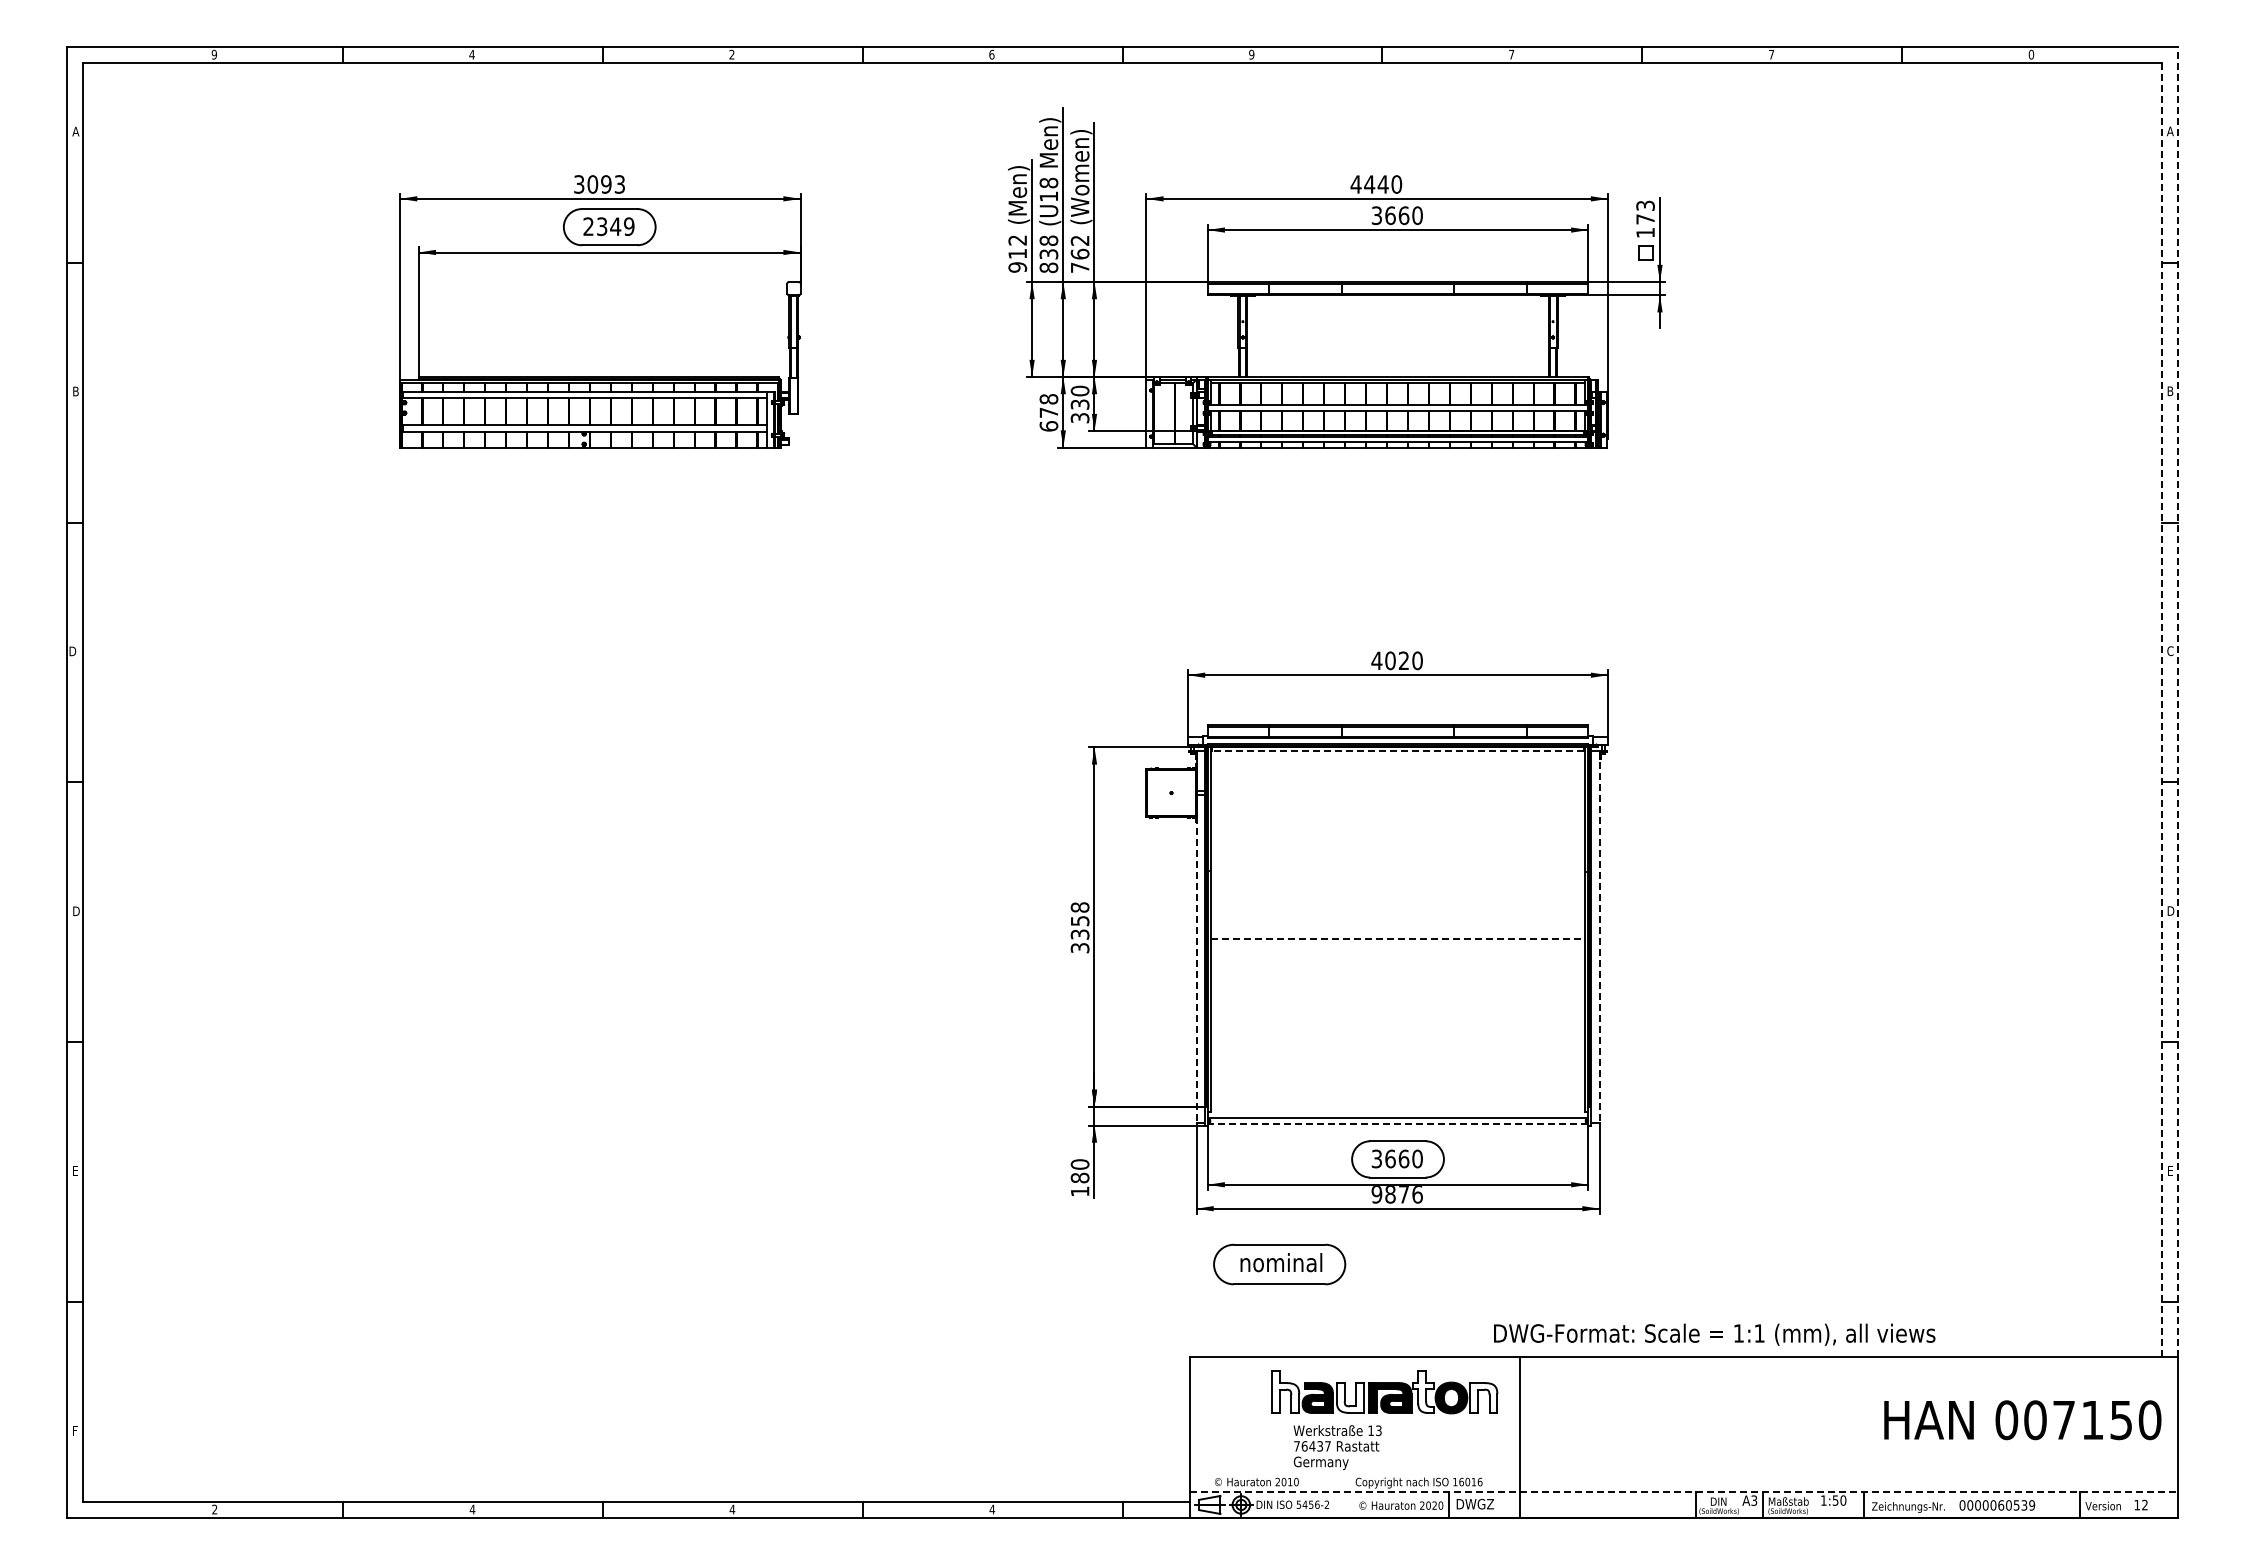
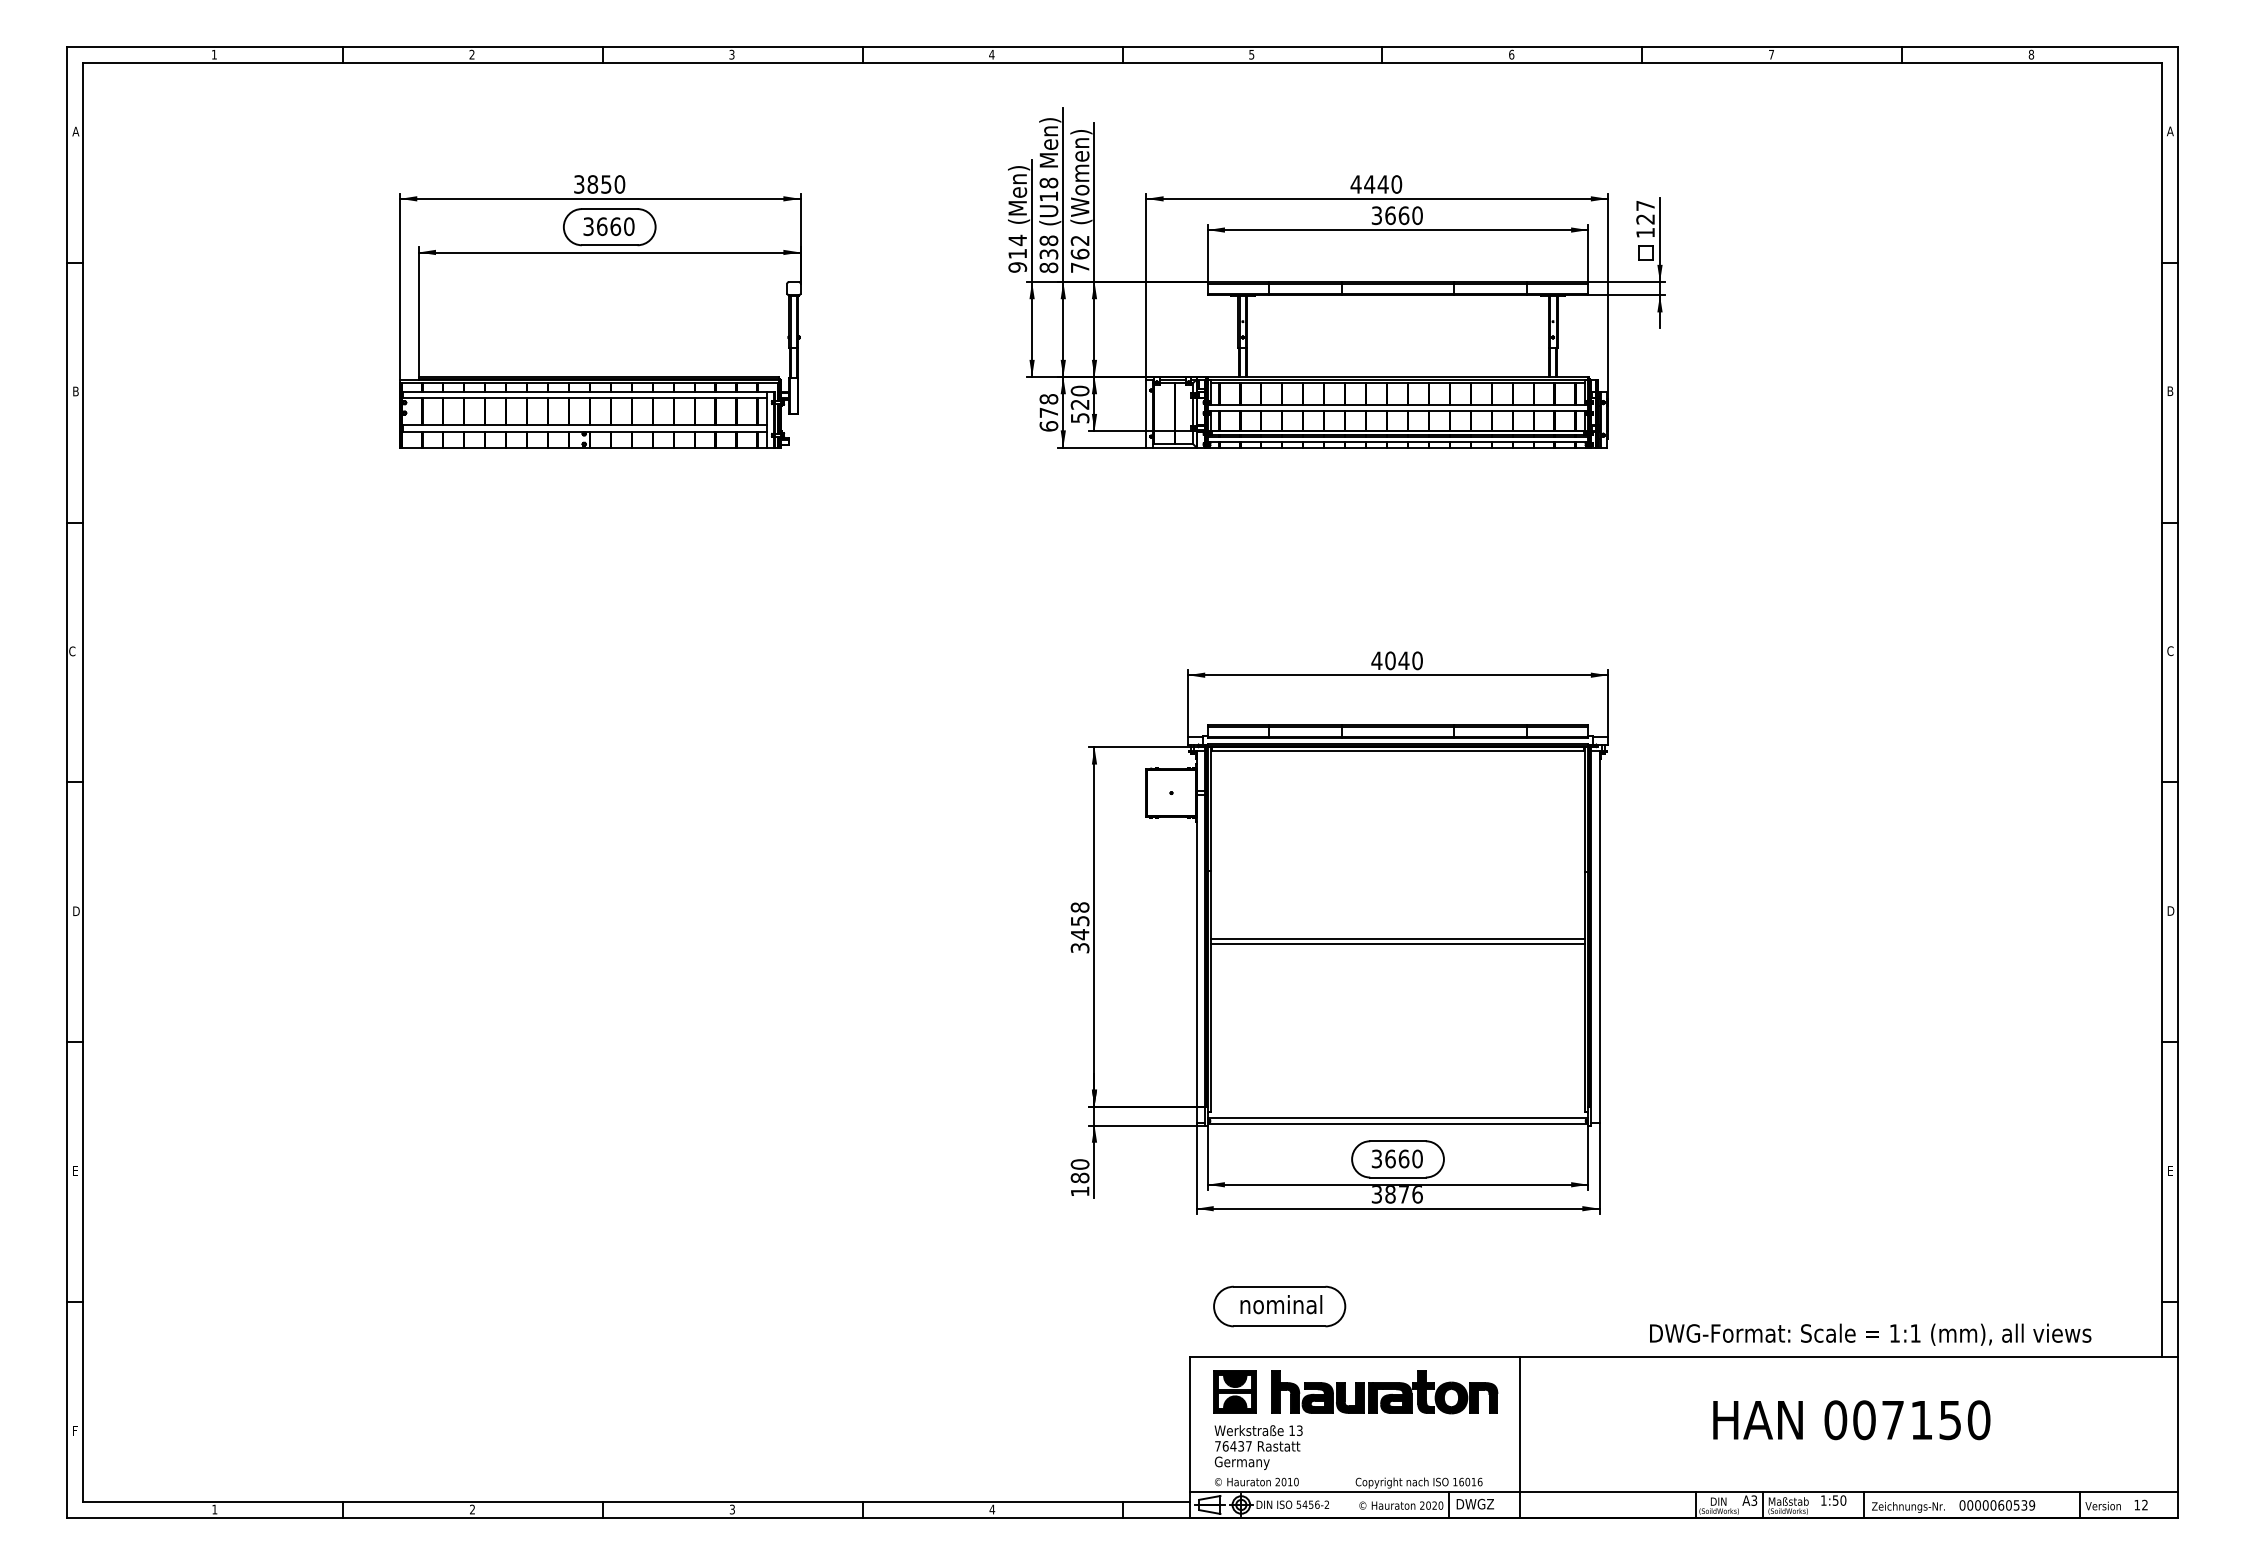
text at (213, 54): 9 -> 1
text at (471, 54): 4 -> 2
text at (731, 54): 2 -> 3
text at (991, 54): 6 -> 4
text at (1251, 54): 9 -> 5
text at (1511, 54): 7 -> 6
text at (2031, 54): 0 -> 8
text at (606, 184): 3093 -> 3850
text at (1645, 212): 173 -> 127
text at (608, 226): 2349 -> 3660
text at (1017, 240): 912 -> 914
text at (1079, 410): 330 -> 520
text at (72, 651): D -> C
text at (1403, 660): 4020 -> 4040
line at (2177, 701): dashed -> solid
line at (2162, 710): dashed -> solid
line at (1397, 751): dashed -> solid
text at (1079, 934): 3358 -> 3458
line at (1599, 937): dashed -> solid
line at (1398, 938): dashed -> solid
line at (1397, 944): none -> present
line at (1196, 970): dashed -> solid
line at (1398, 1123): dashed -> solid
text at (1376, 1194): 9876 -> 3876
part at (1279, 1264) position: (1279, 1264) -> (1279, 1306)
text at (1714, 1334) position: (1714, 1334) -> (1870, 1334)
part at (1234, 1391): none -> present
fill at (1285, 1391): none -> present
fill at (1423, 1391): none -> present
fill at (1350, 1397): none -> present
fill at (1483, 1397): none -> present
text at (2022, 1420) position: (2022, 1420) -> (1851, 1420)
text at (1337, 1447) position: (1337, 1447) -> (1258, 1447)
line at (1683, 1491): dashed -> solid
text at (214, 1509): 2 -> 1
text at (472, 1509): 4 -> 2
text at (732, 1509): 4 -> 3
